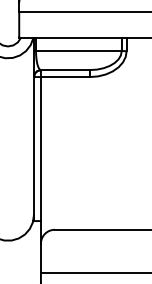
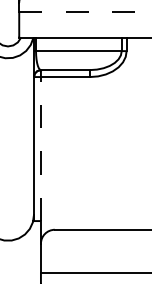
line at (85, 12): solid -> dashed
line at (40, 148): solid -> dashed
